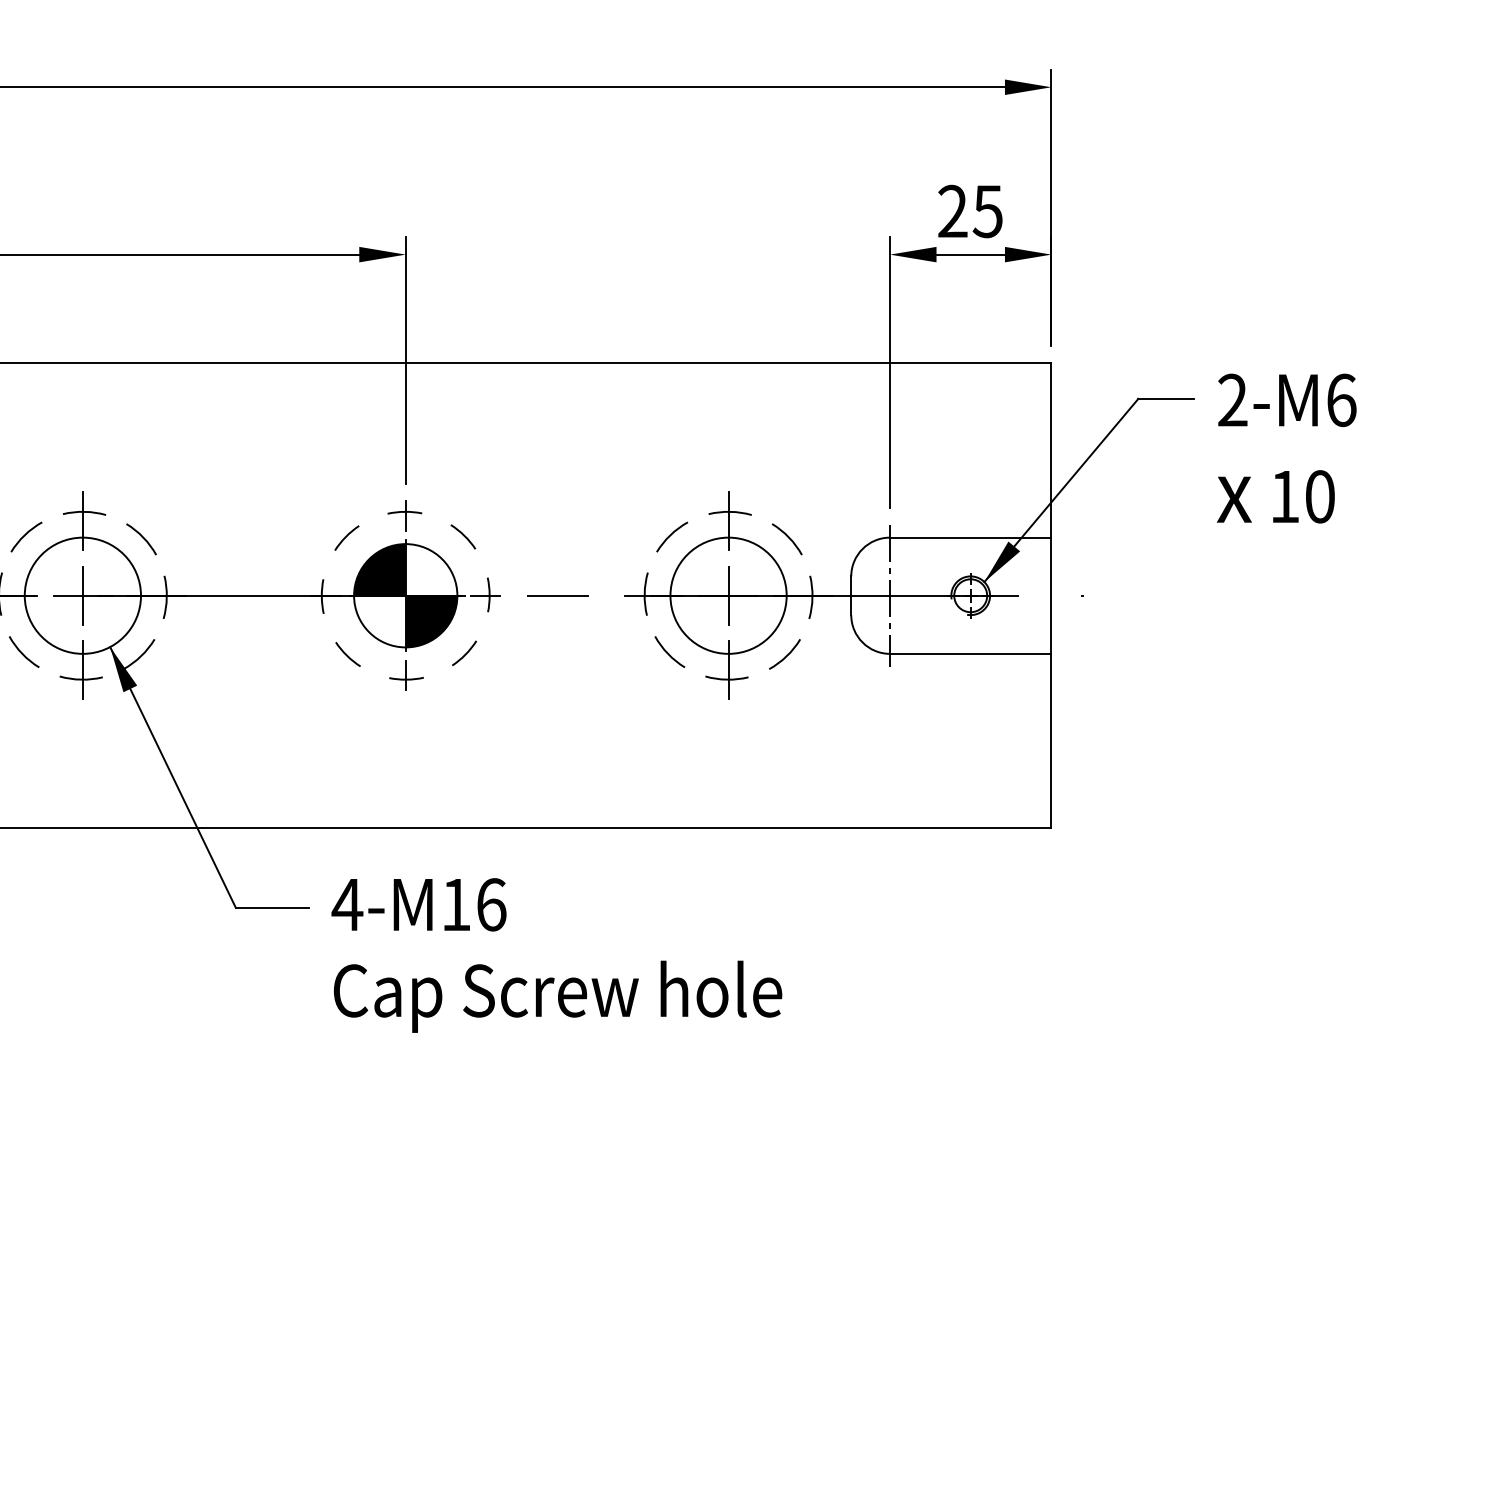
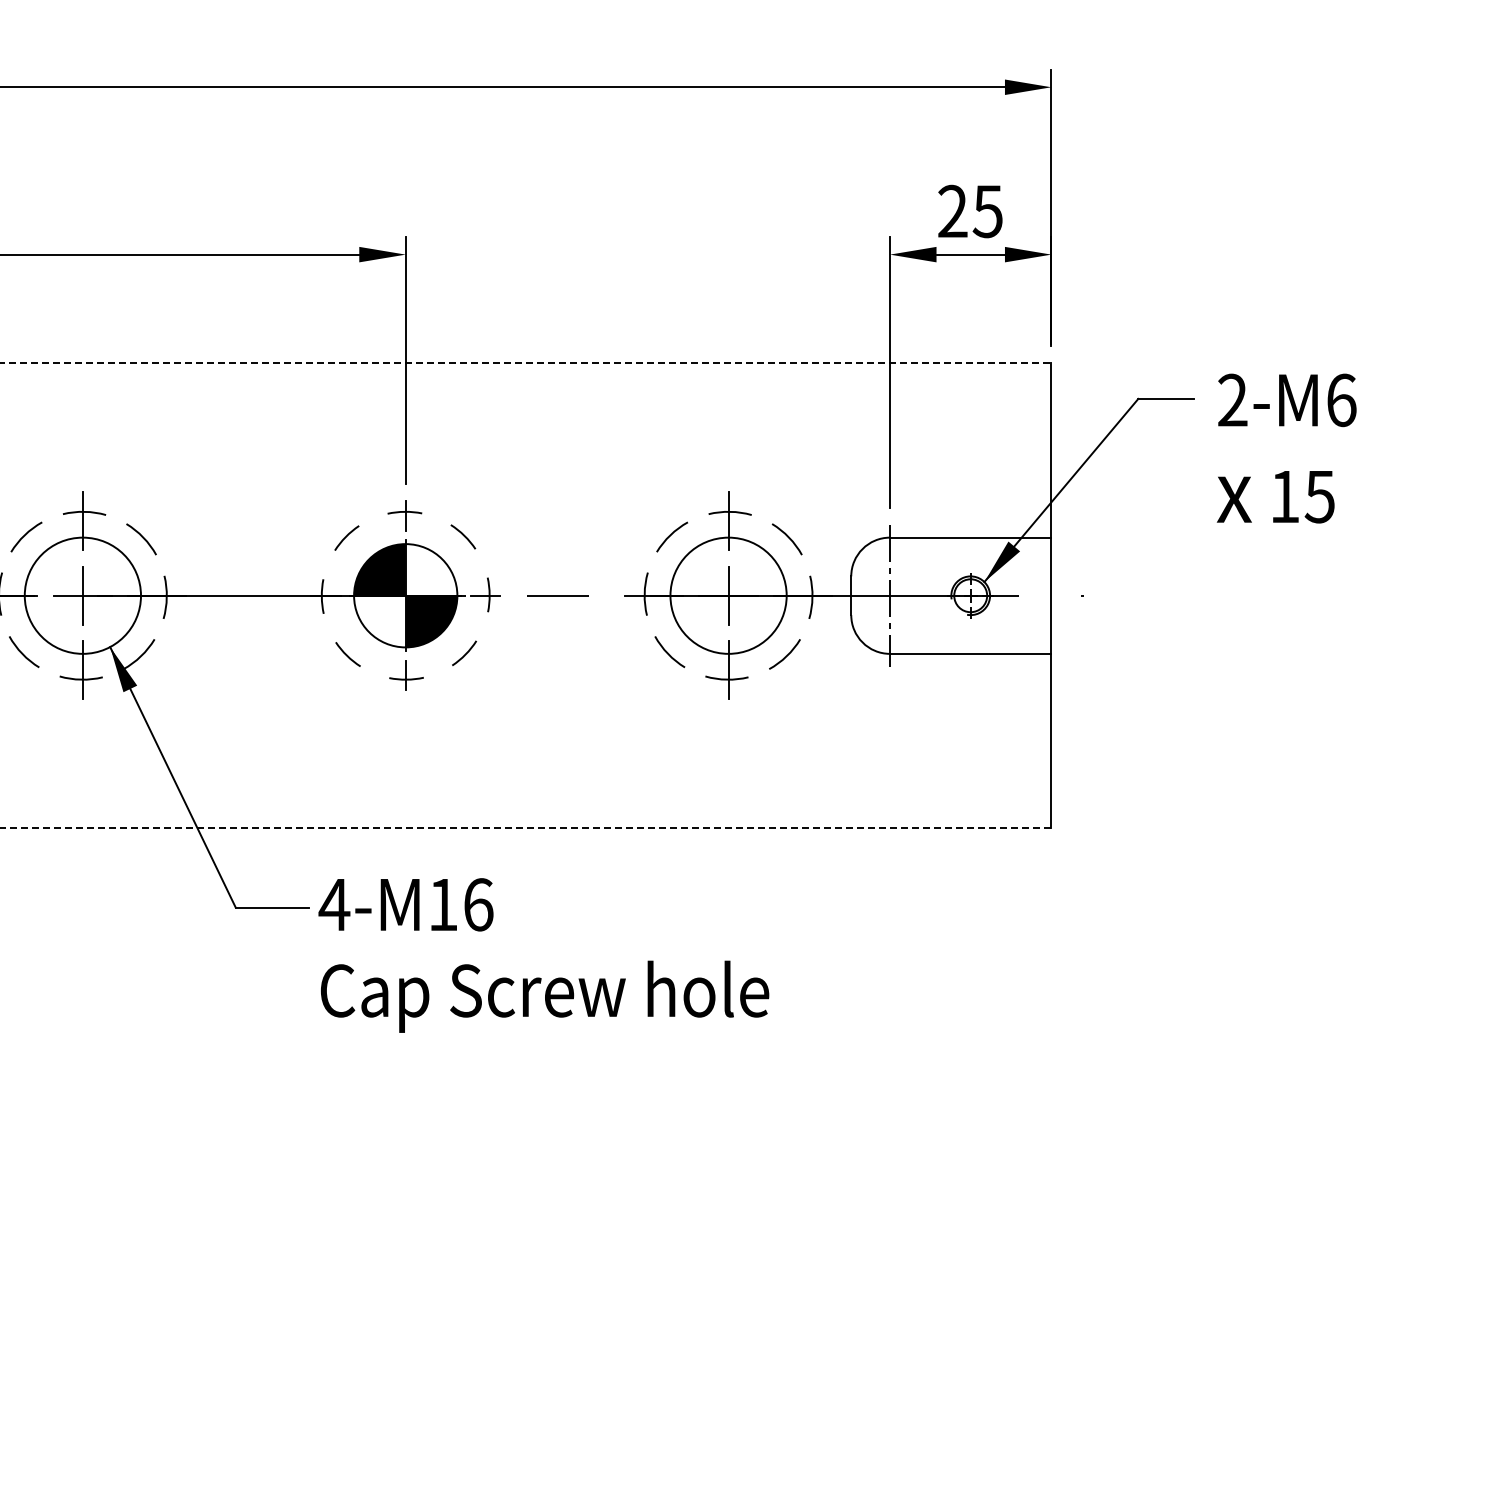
line at (526, 363): solid -> dashed
text at (1319, 496): 10 -> 15
line at (525, 828): solid -> dashed
text at (556, 955) position: (556, 955) -> (543, 955)
